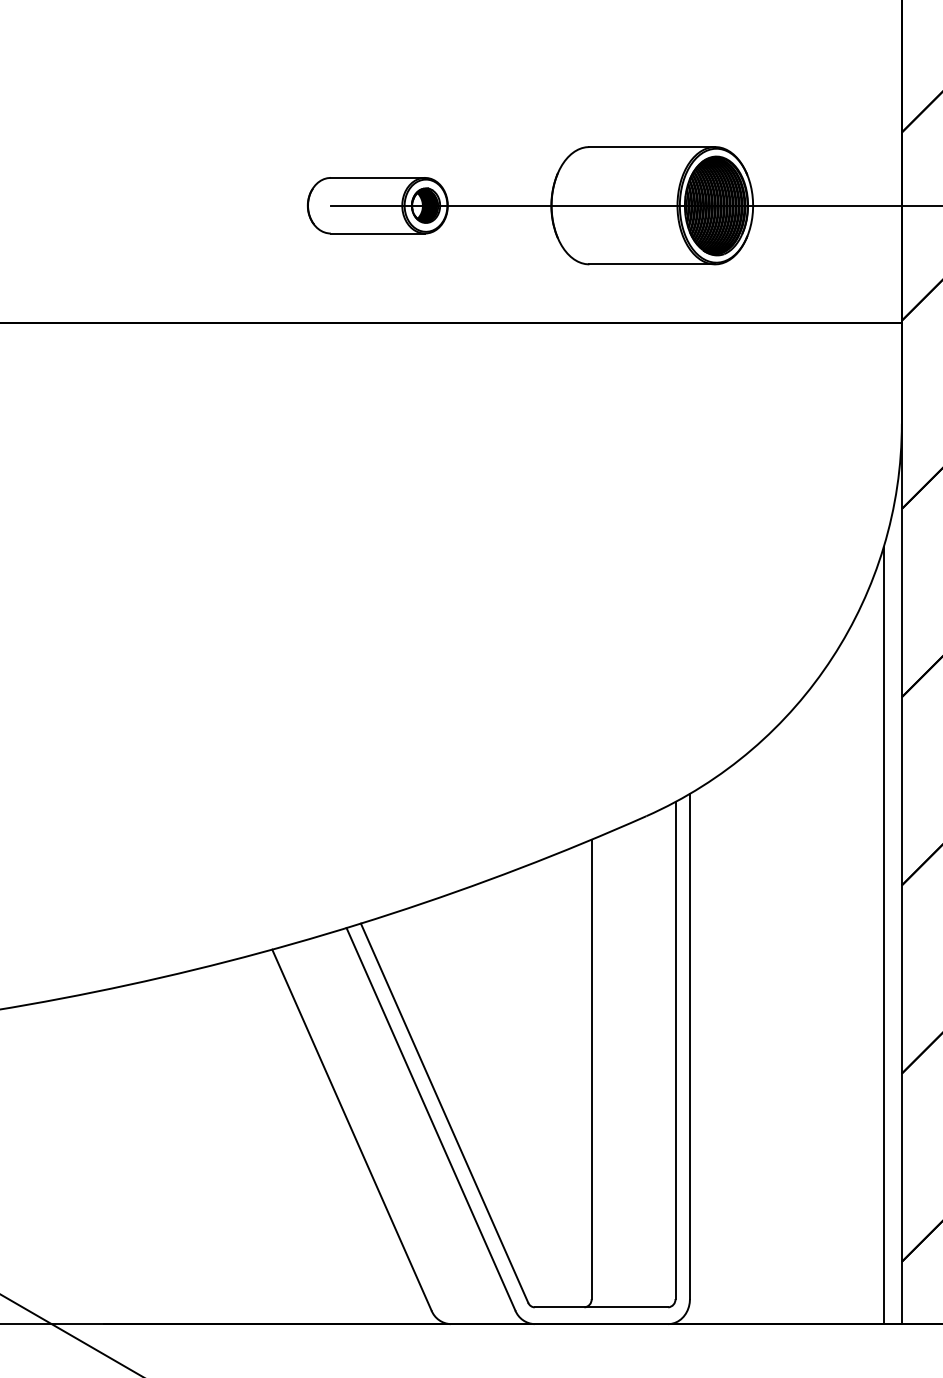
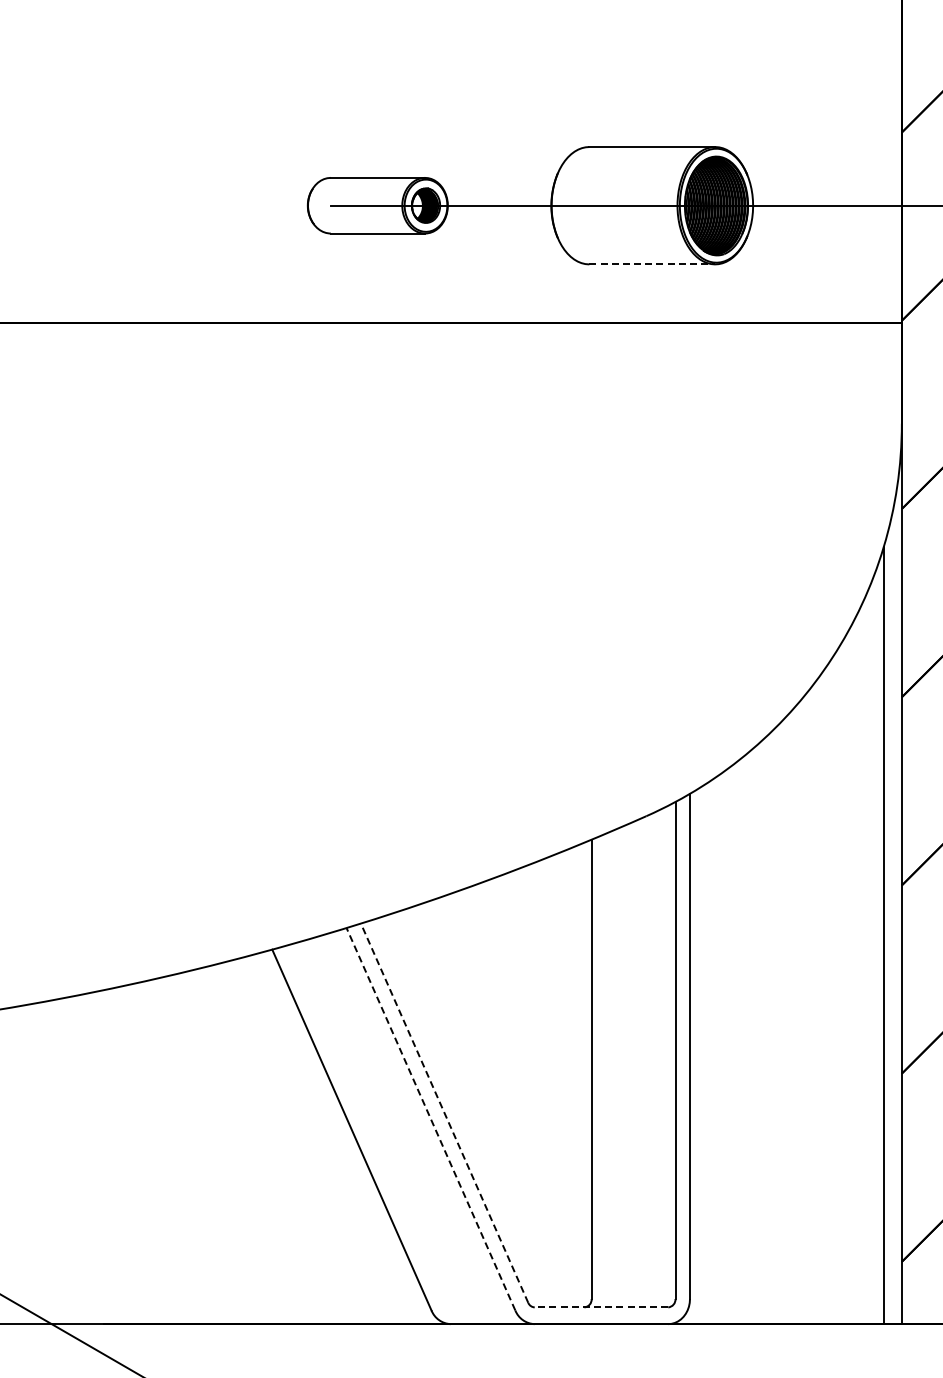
line at (652, 264): solid -> dashed
line at (444, 1112): solid -> dashed
line at (430, 1119): solid -> dashed
line at (601, 1307): solid -> dashed
